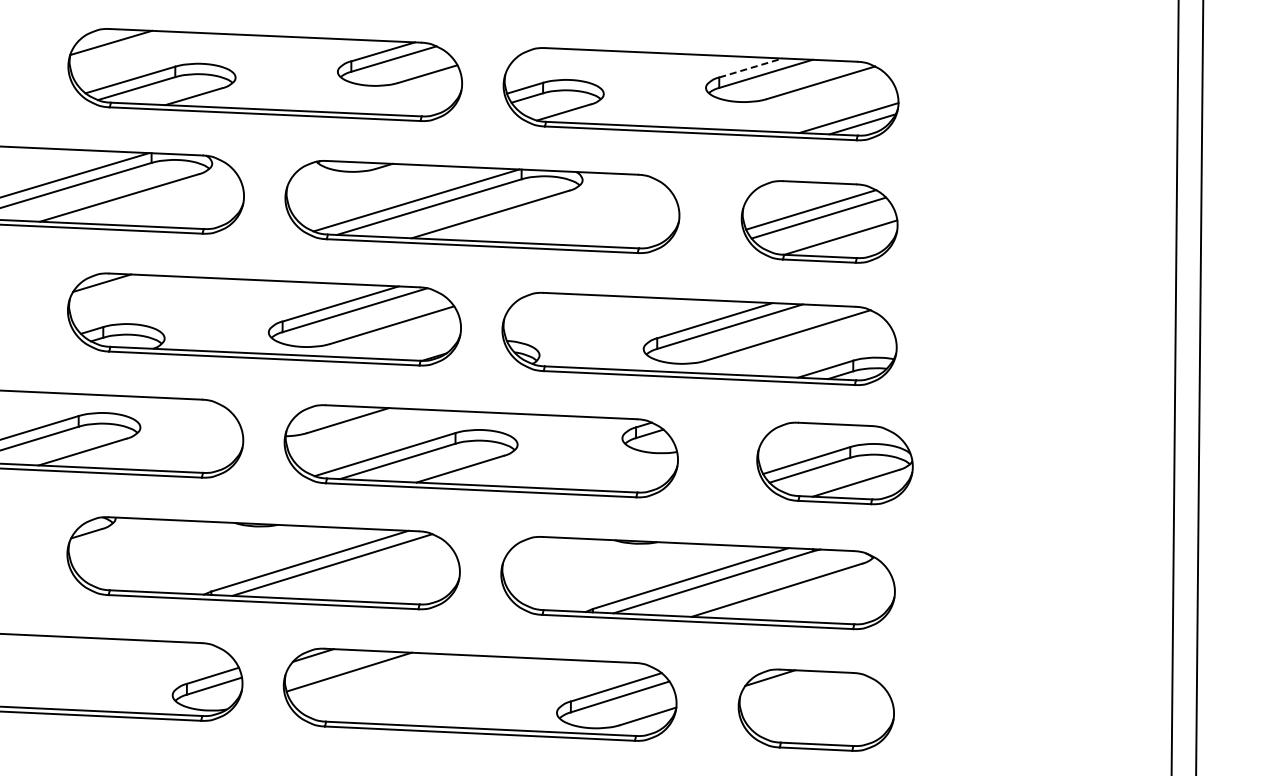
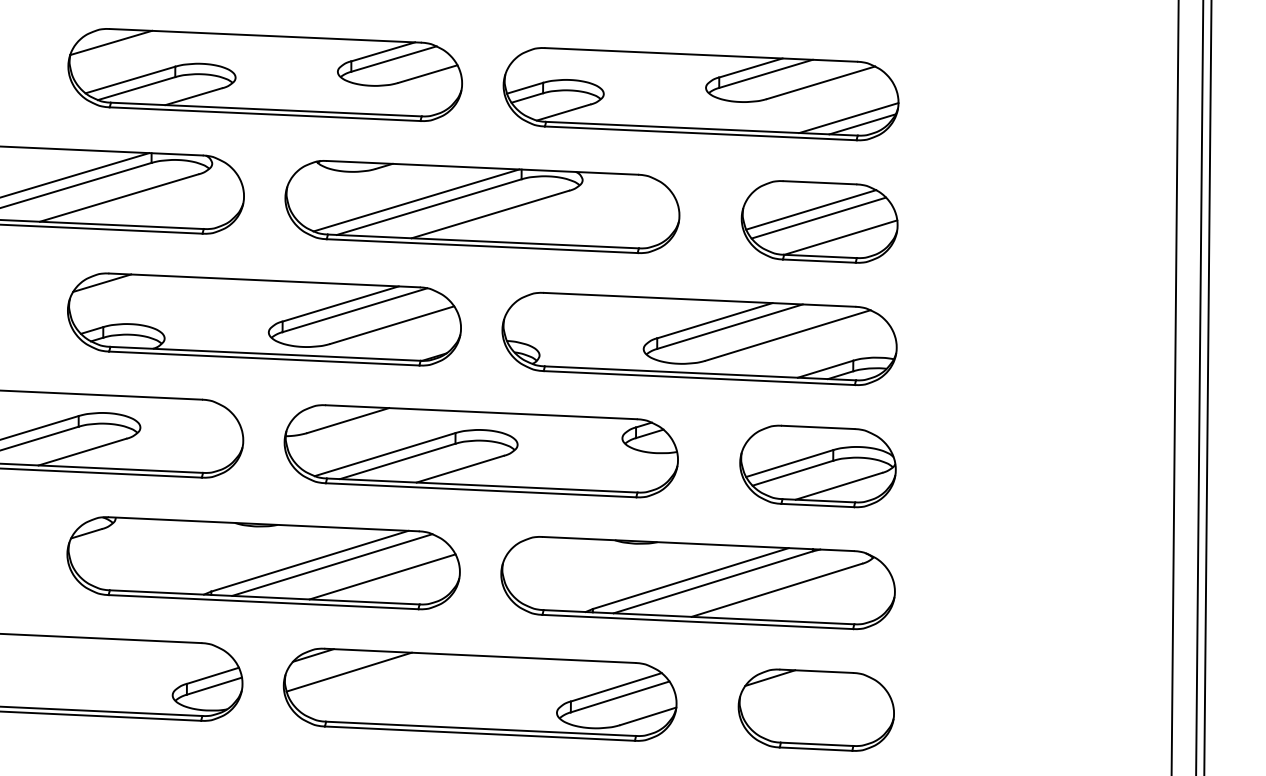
line at (751, 67): dashed -> solid
line at (1207, 387): none -> present
part at (834, 463) position: (834, 463) -> (817, 466)
line at (382, 576): none -> present
